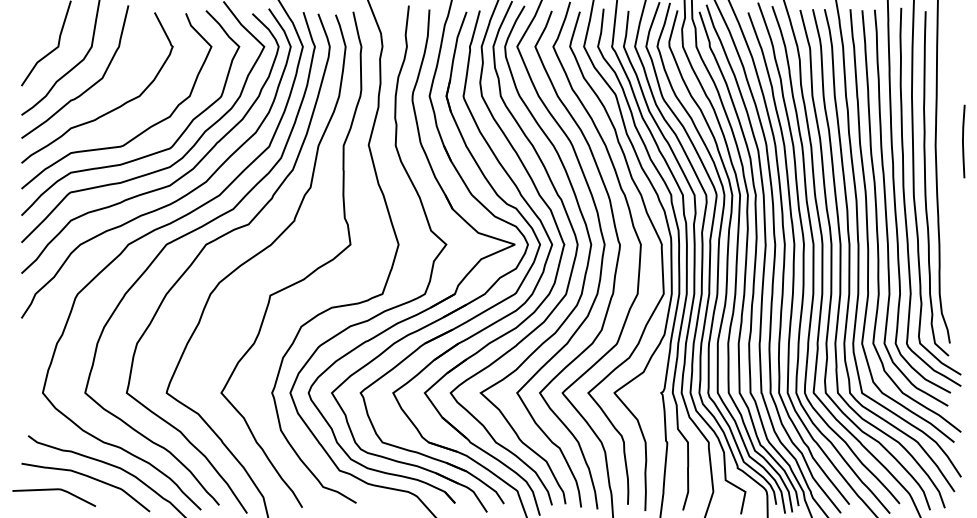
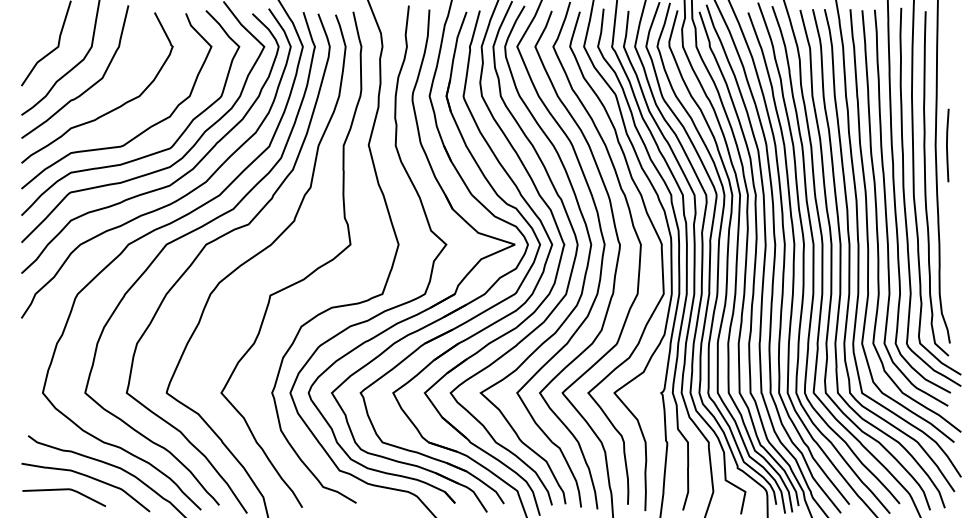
line at (963, 141) position: (963, 141) -> (947, 145)
curve at (54, 490) position: (54, 490) -> (64, 490)
